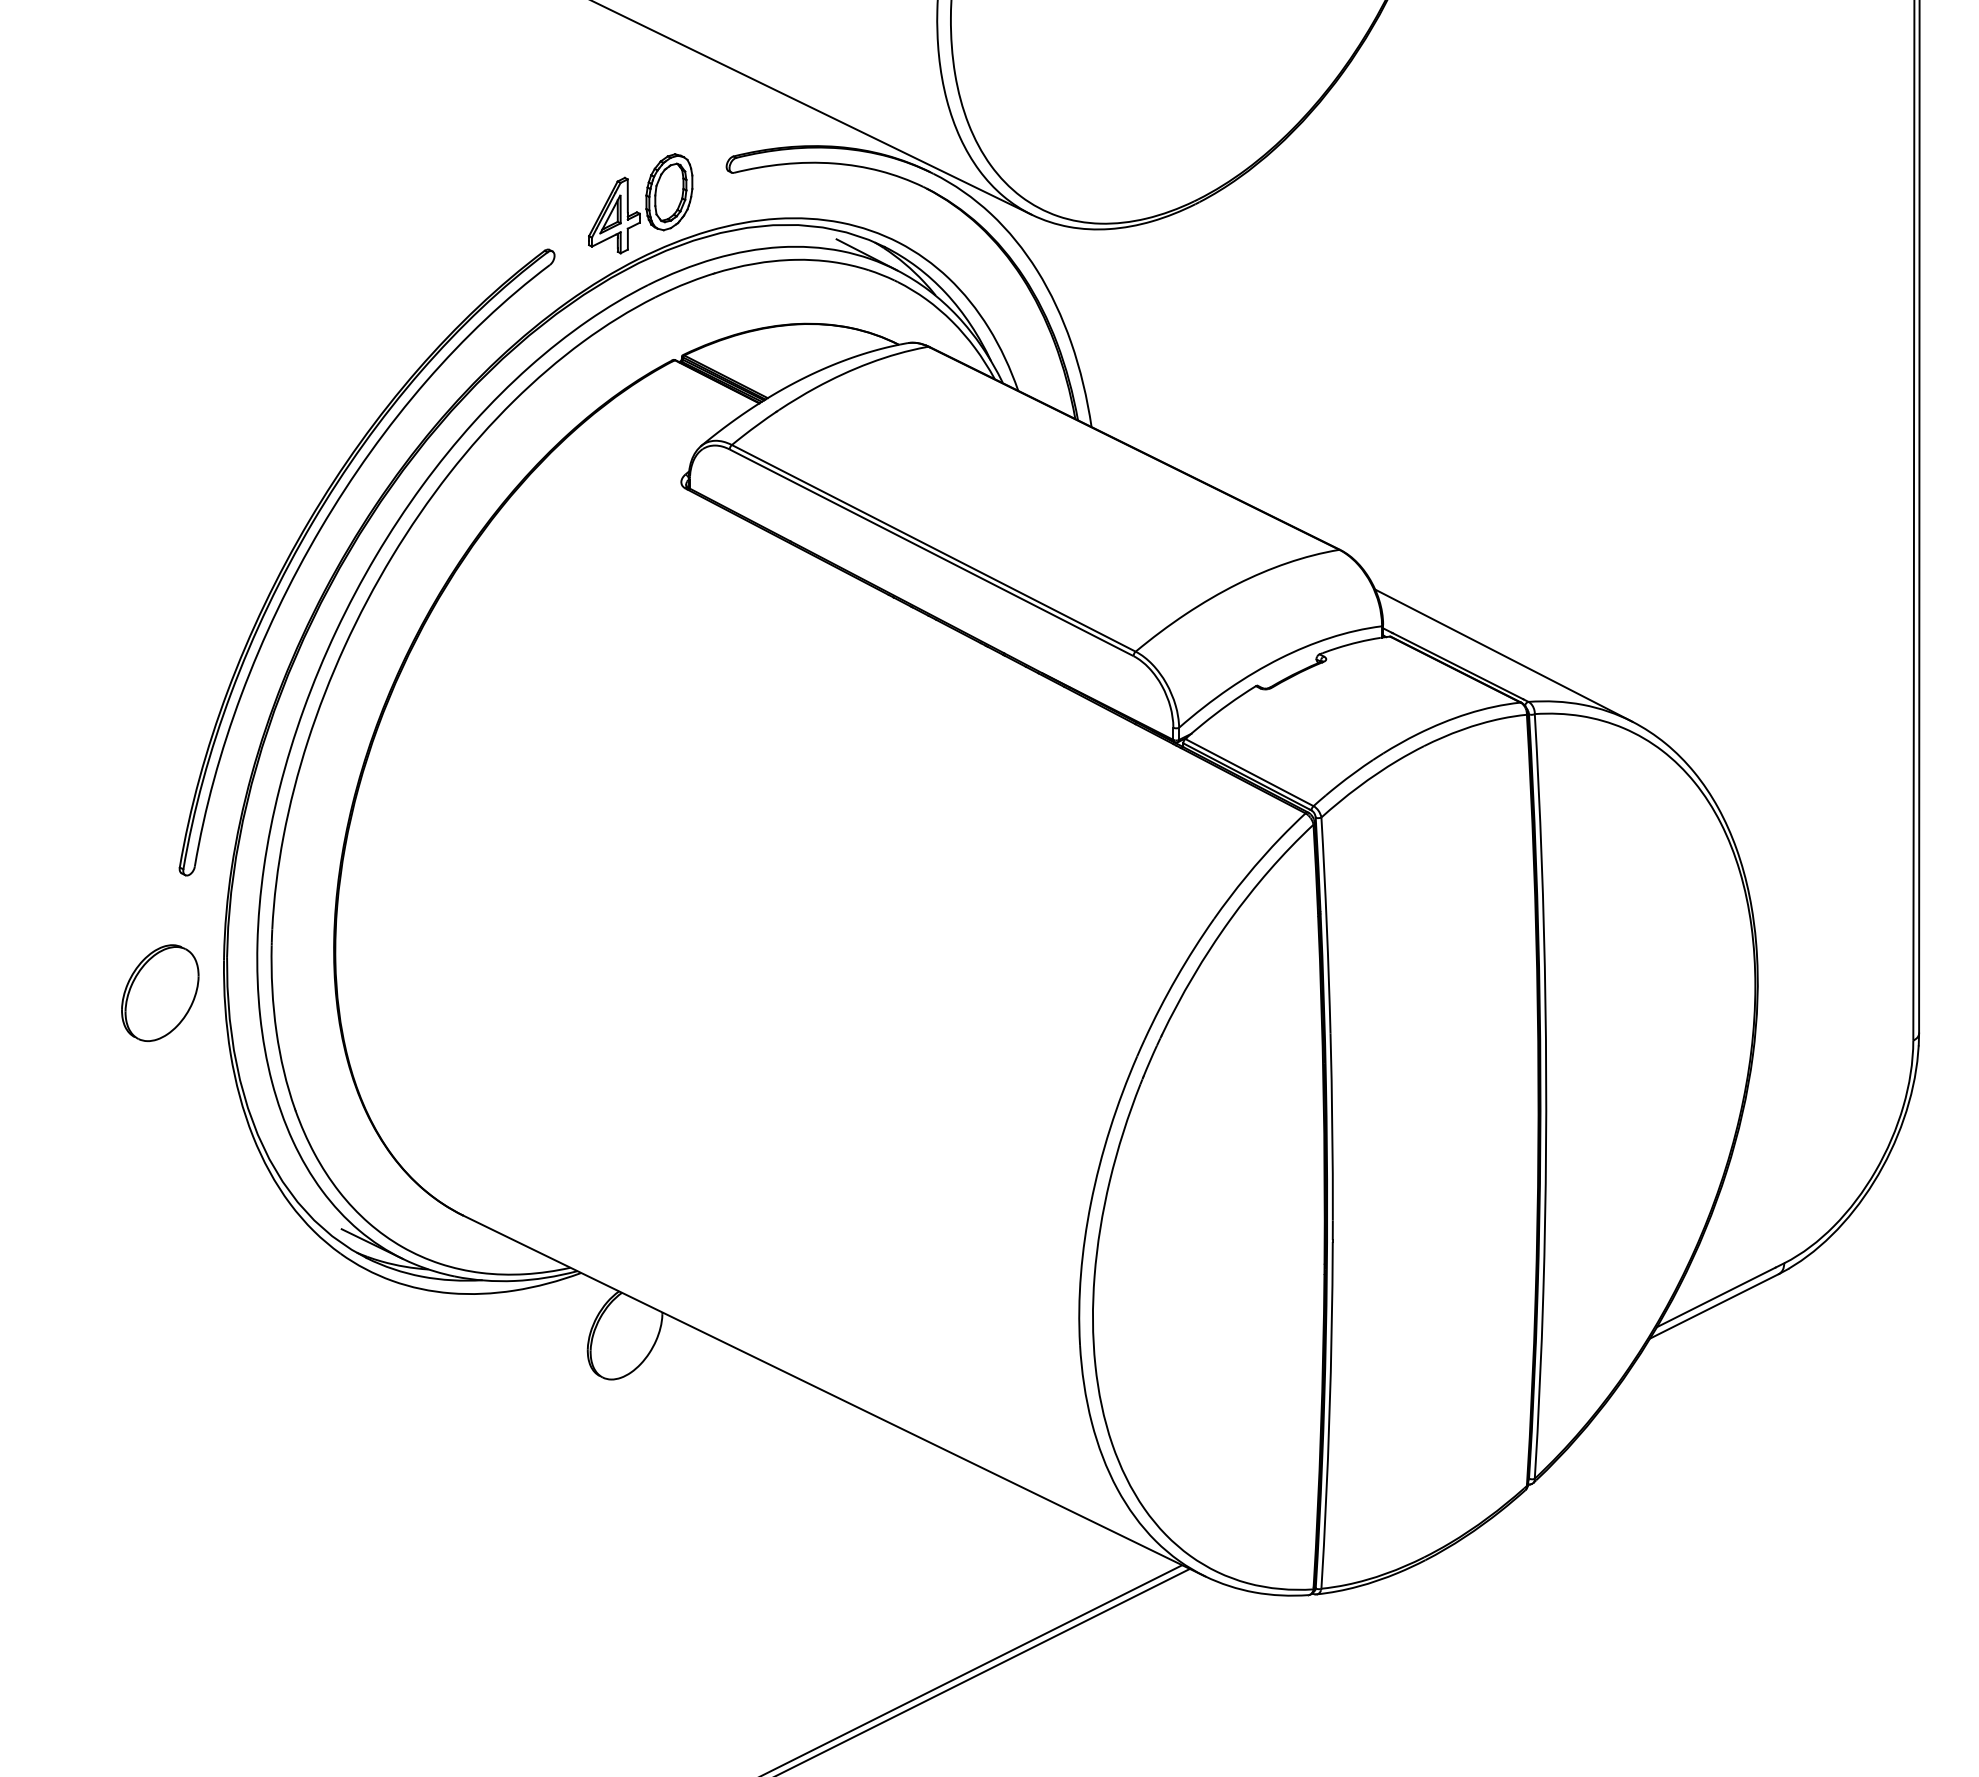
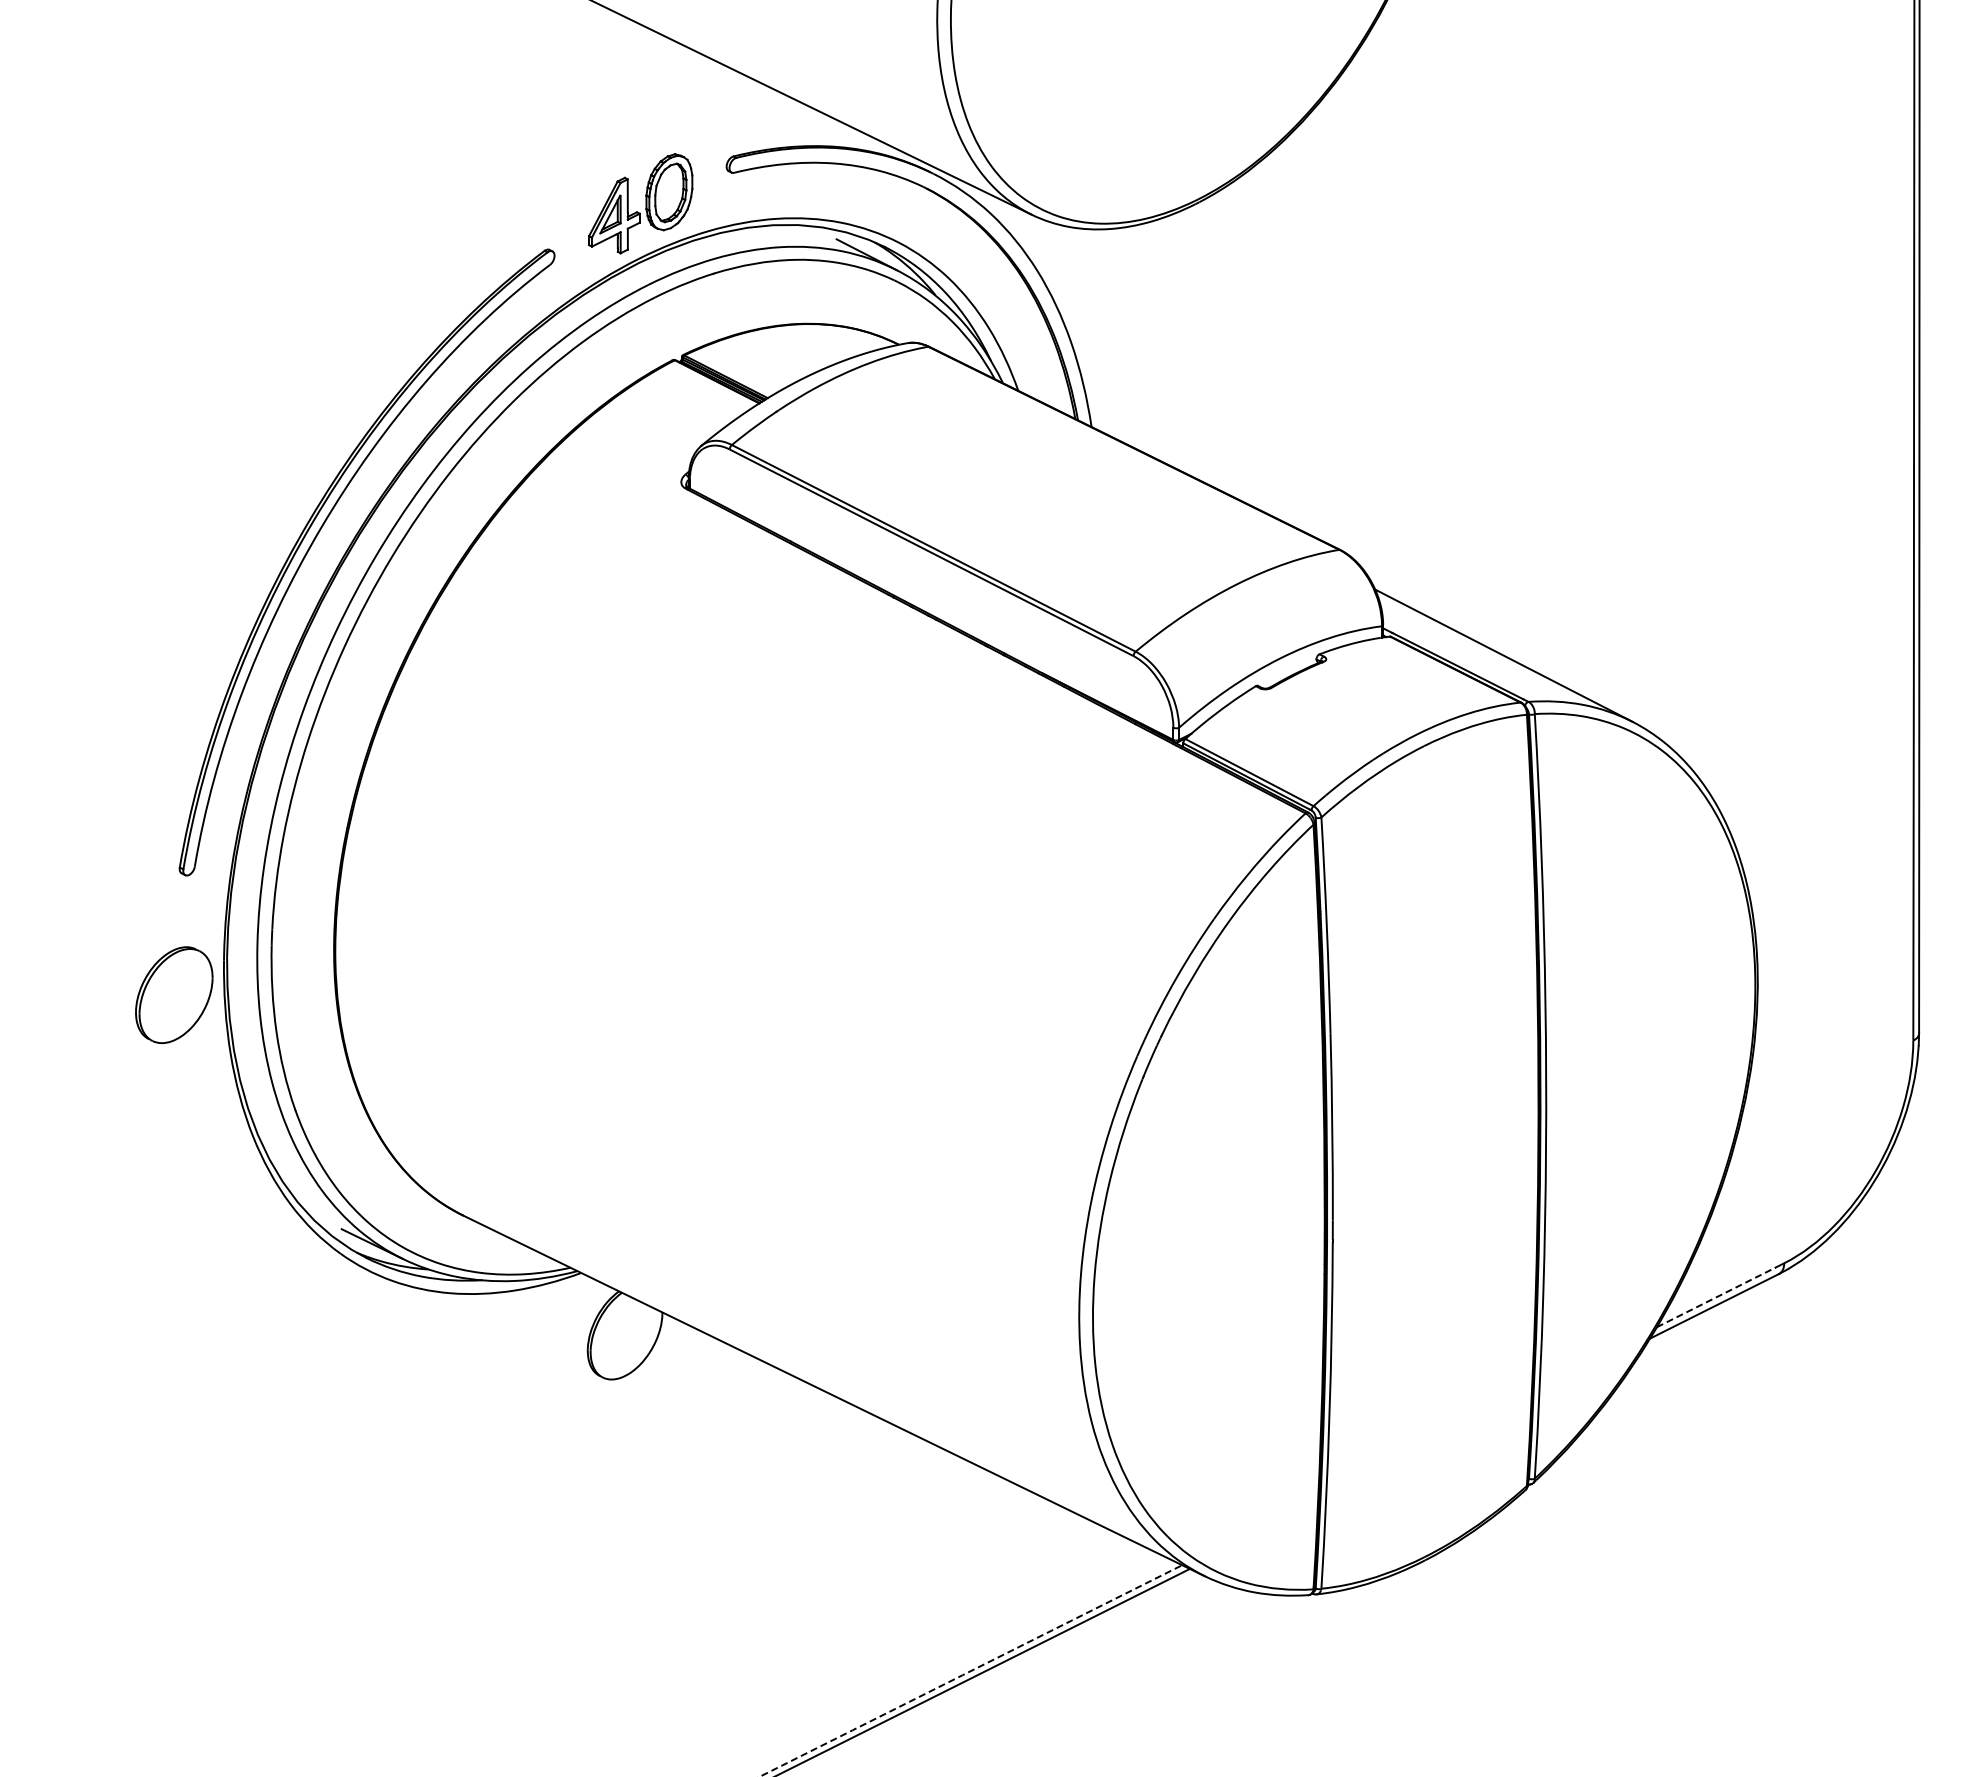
part at (160, 992) position: (160, 992) -> (174, 994)
line at (1716, 1297): solid -> dashed
arc at (971, 1670): solid -> dashed
